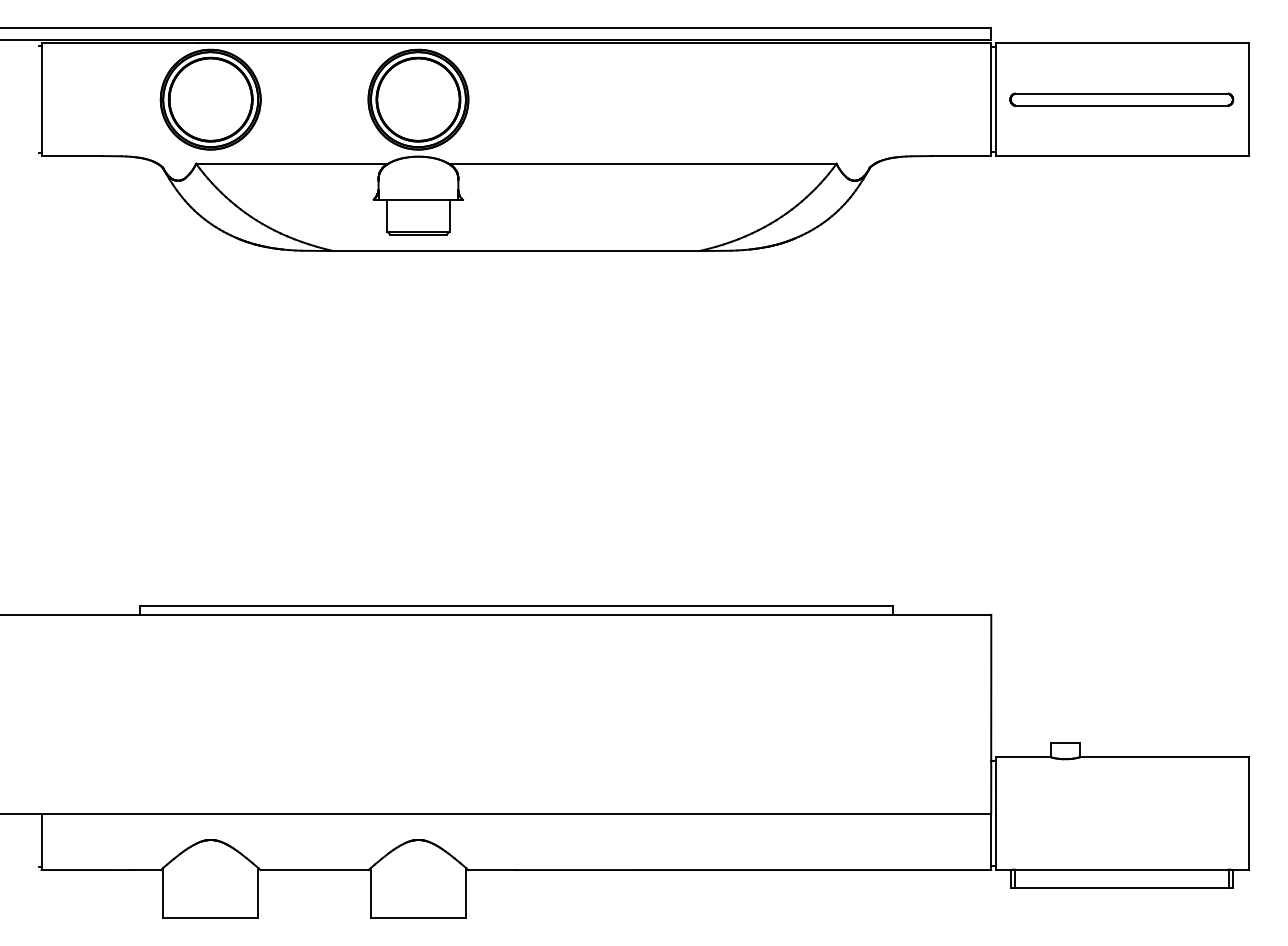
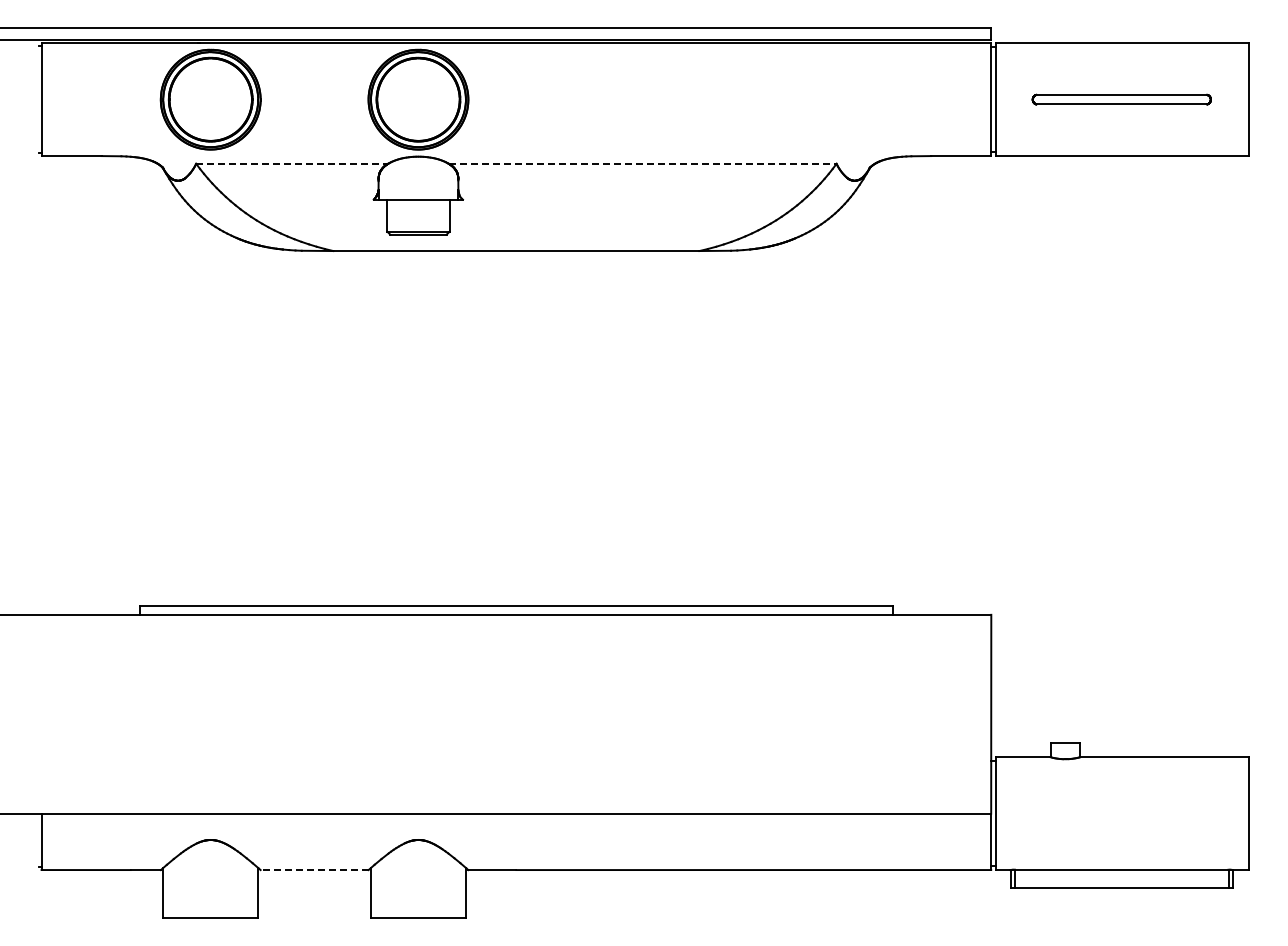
part at (1121, 99) size: 226x15 px -> 181x13 px
line at (292, 163): solid -> dashed
line at (642, 163): solid -> dashed
line at (314, 870): solid -> dashed
